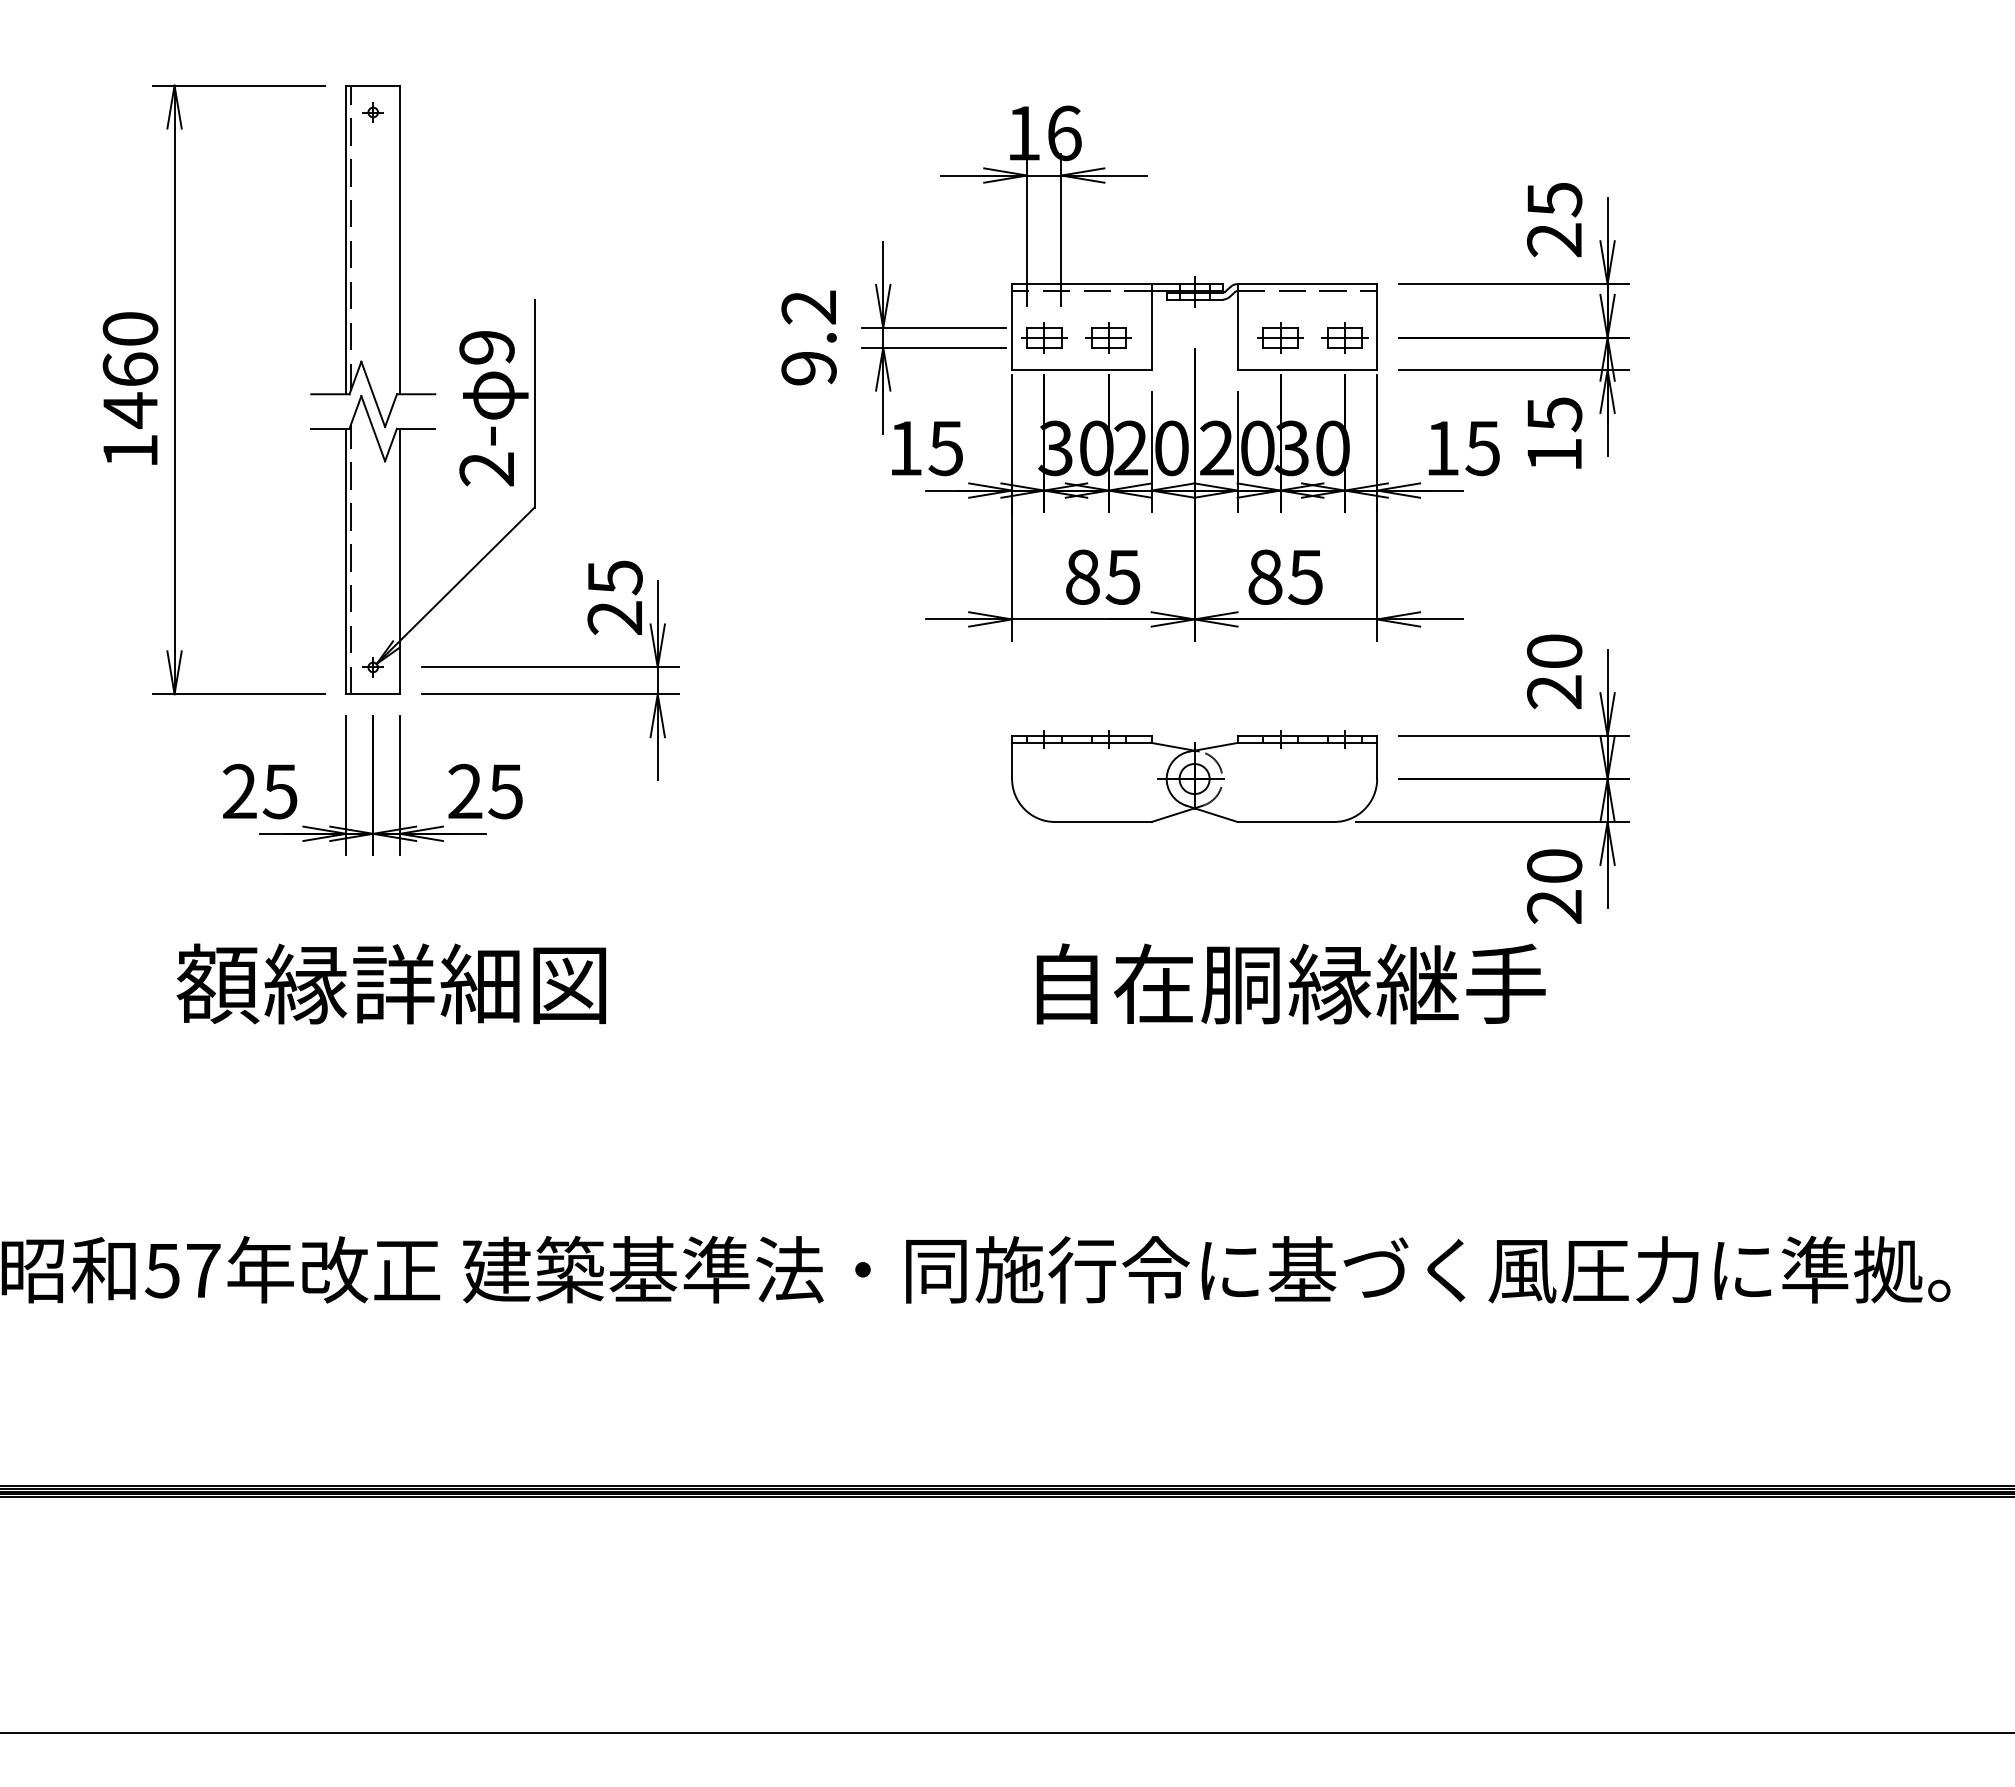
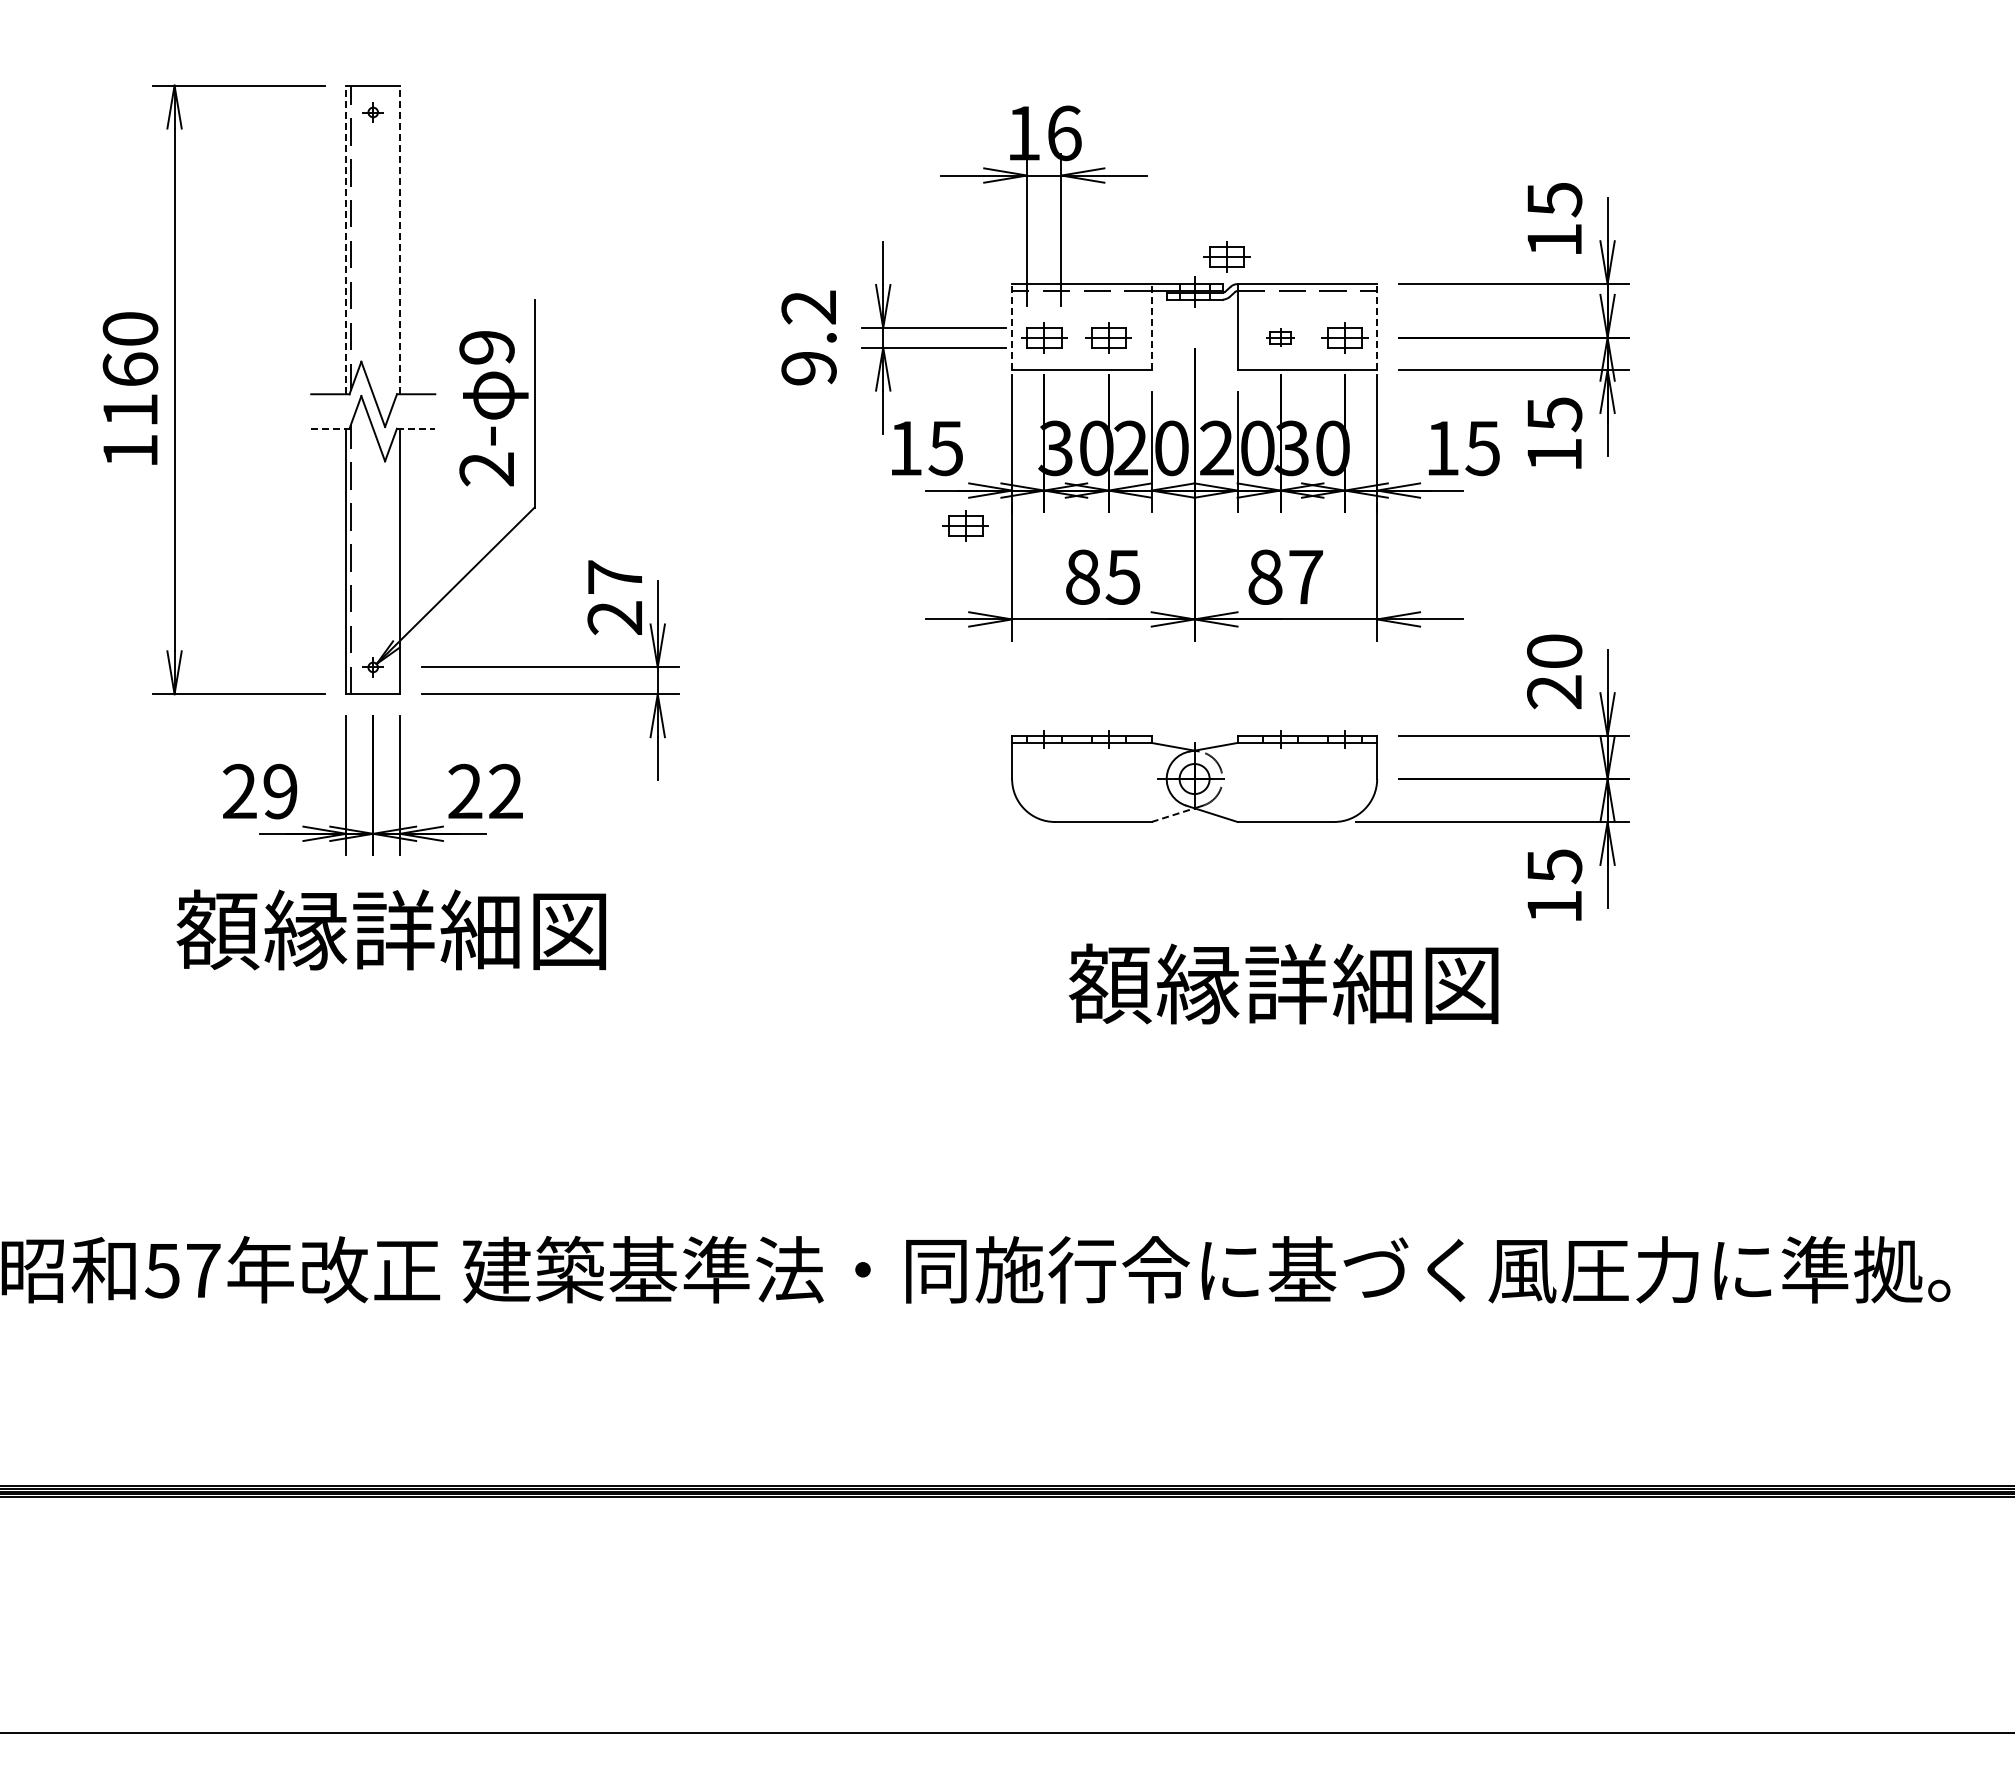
line at (346, 239): solid -> dashed
line at (400, 239): solid -> dashed
text at (1554, 240): 25 -> 15
part at (1226, 256): none -> present
line at (1012, 327): solid -> dashed
line at (1151, 327): solid -> dashed
line at (1377, 327): solid -> dashed
part at (1280, 337) size: 47x32 px -> 29x19 px
text at (130, 410): 1460 -> 1160
line at (330, 428): solid -> dashed
line at (416, 428): solid -> dashed
part at (965, 525): none -> present
text at (615, 577): 25 -> 27
text at (1305, 577): 85 -> 87
text at (279, 791): 25 -> 29
text at (505, 791): 25 -> 22
line at (1173, 815): solid -> dashed
text at (1554, 886): 20 -> 15
text at (390, 983) position: (390, 983) -> (390, 929)
text at (1290, 983): 自在胴縁継手 -> 額縁詳細図
